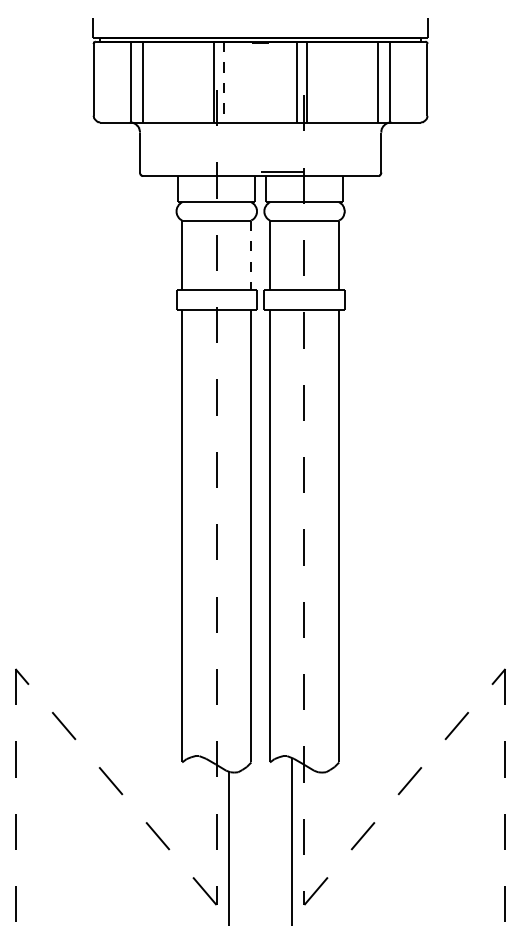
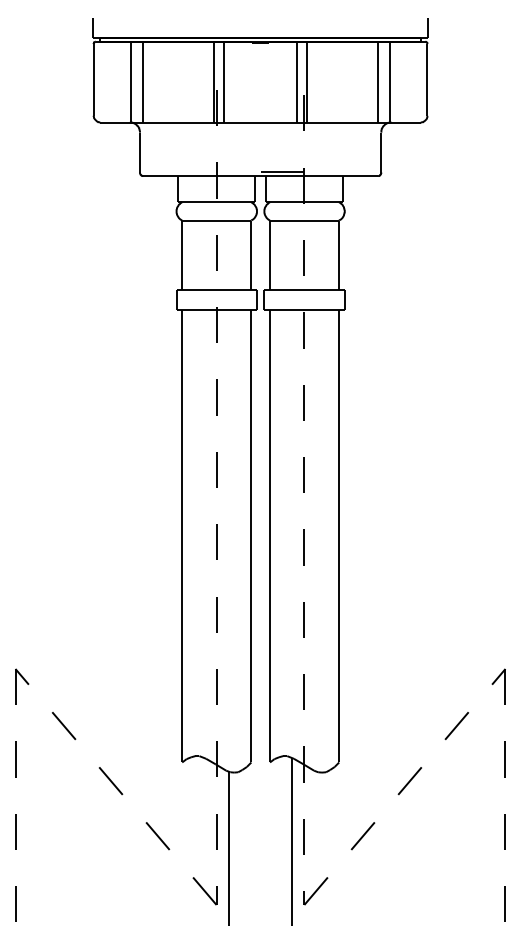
line at (224, 82): dashed -> solid
line at (251, 255): dashed -> solid
